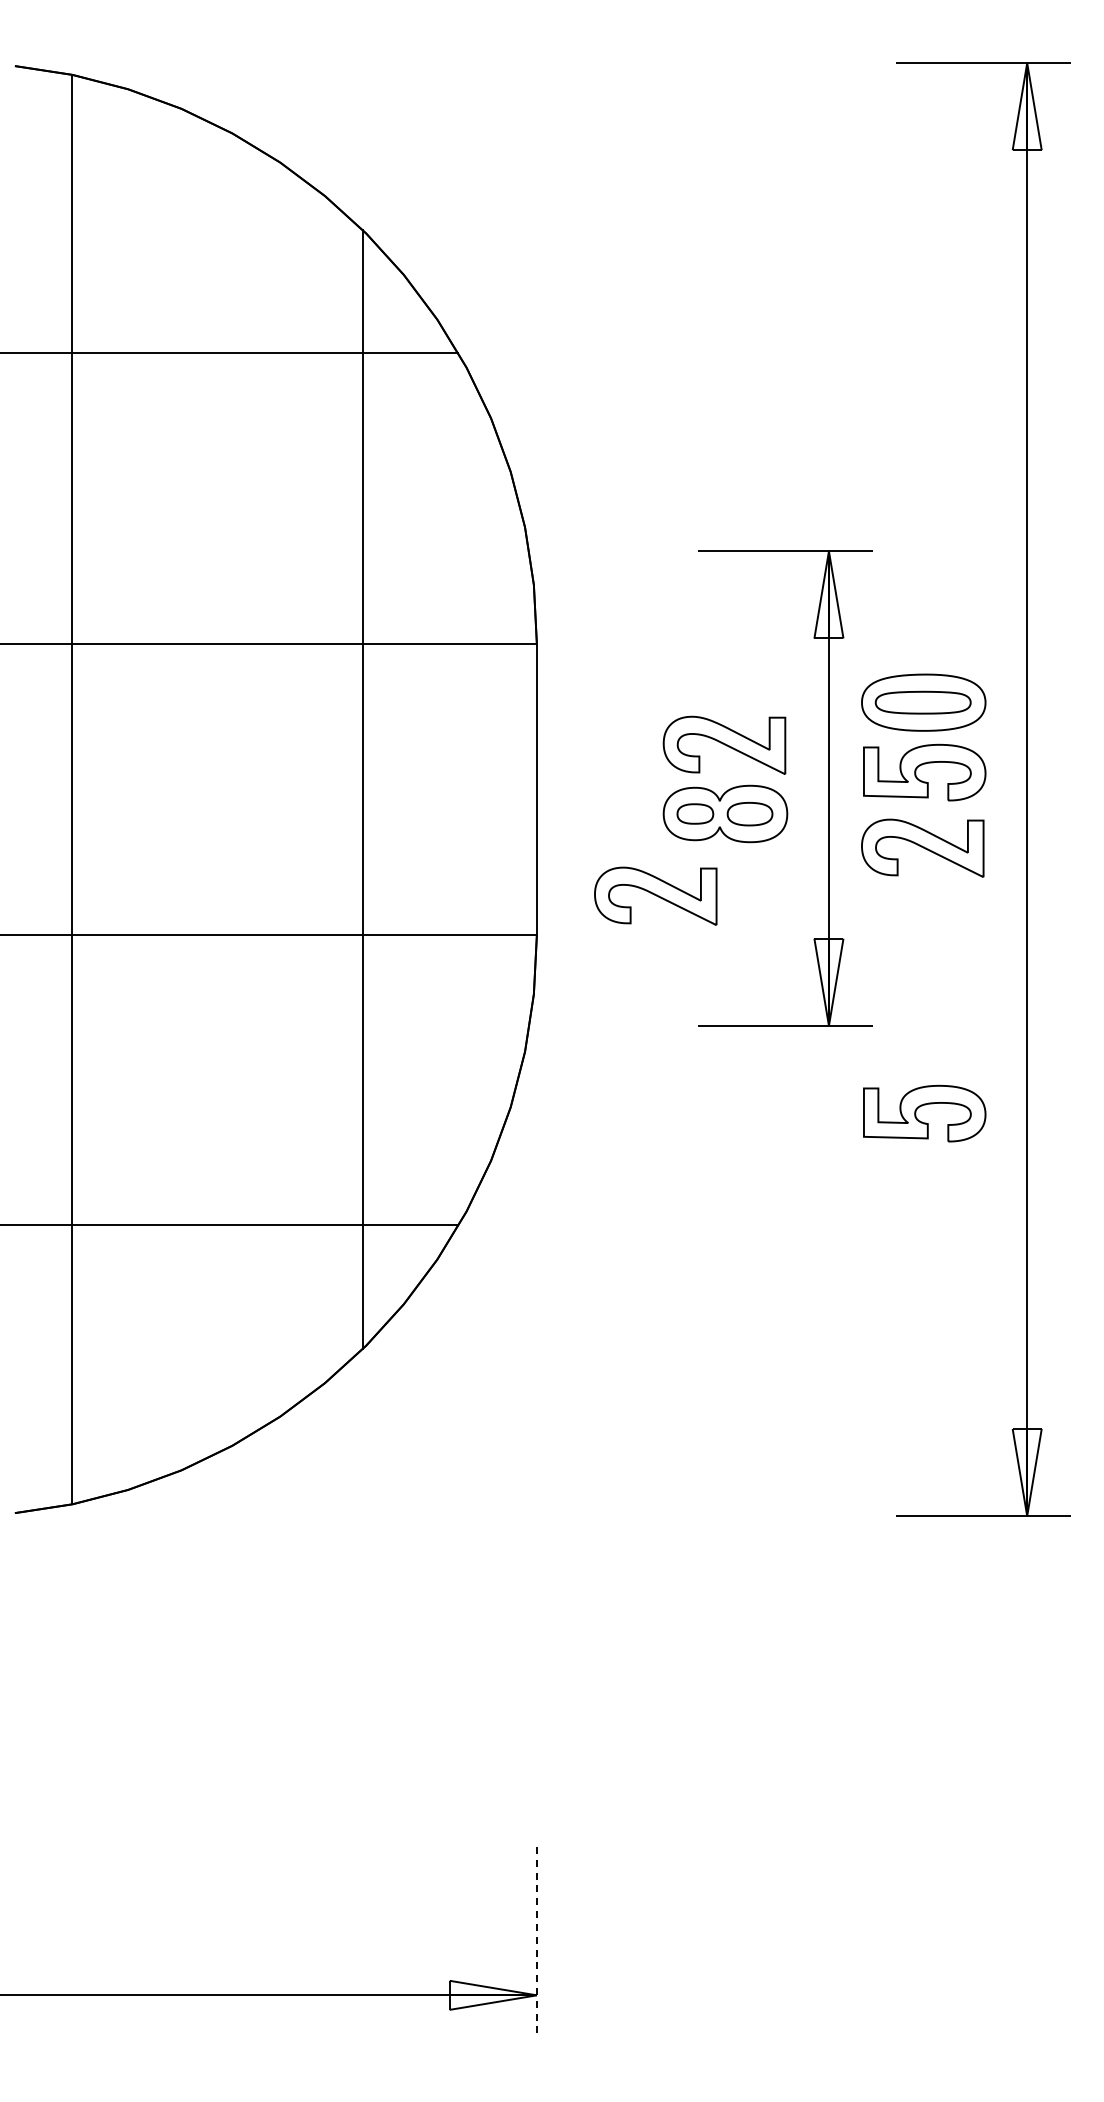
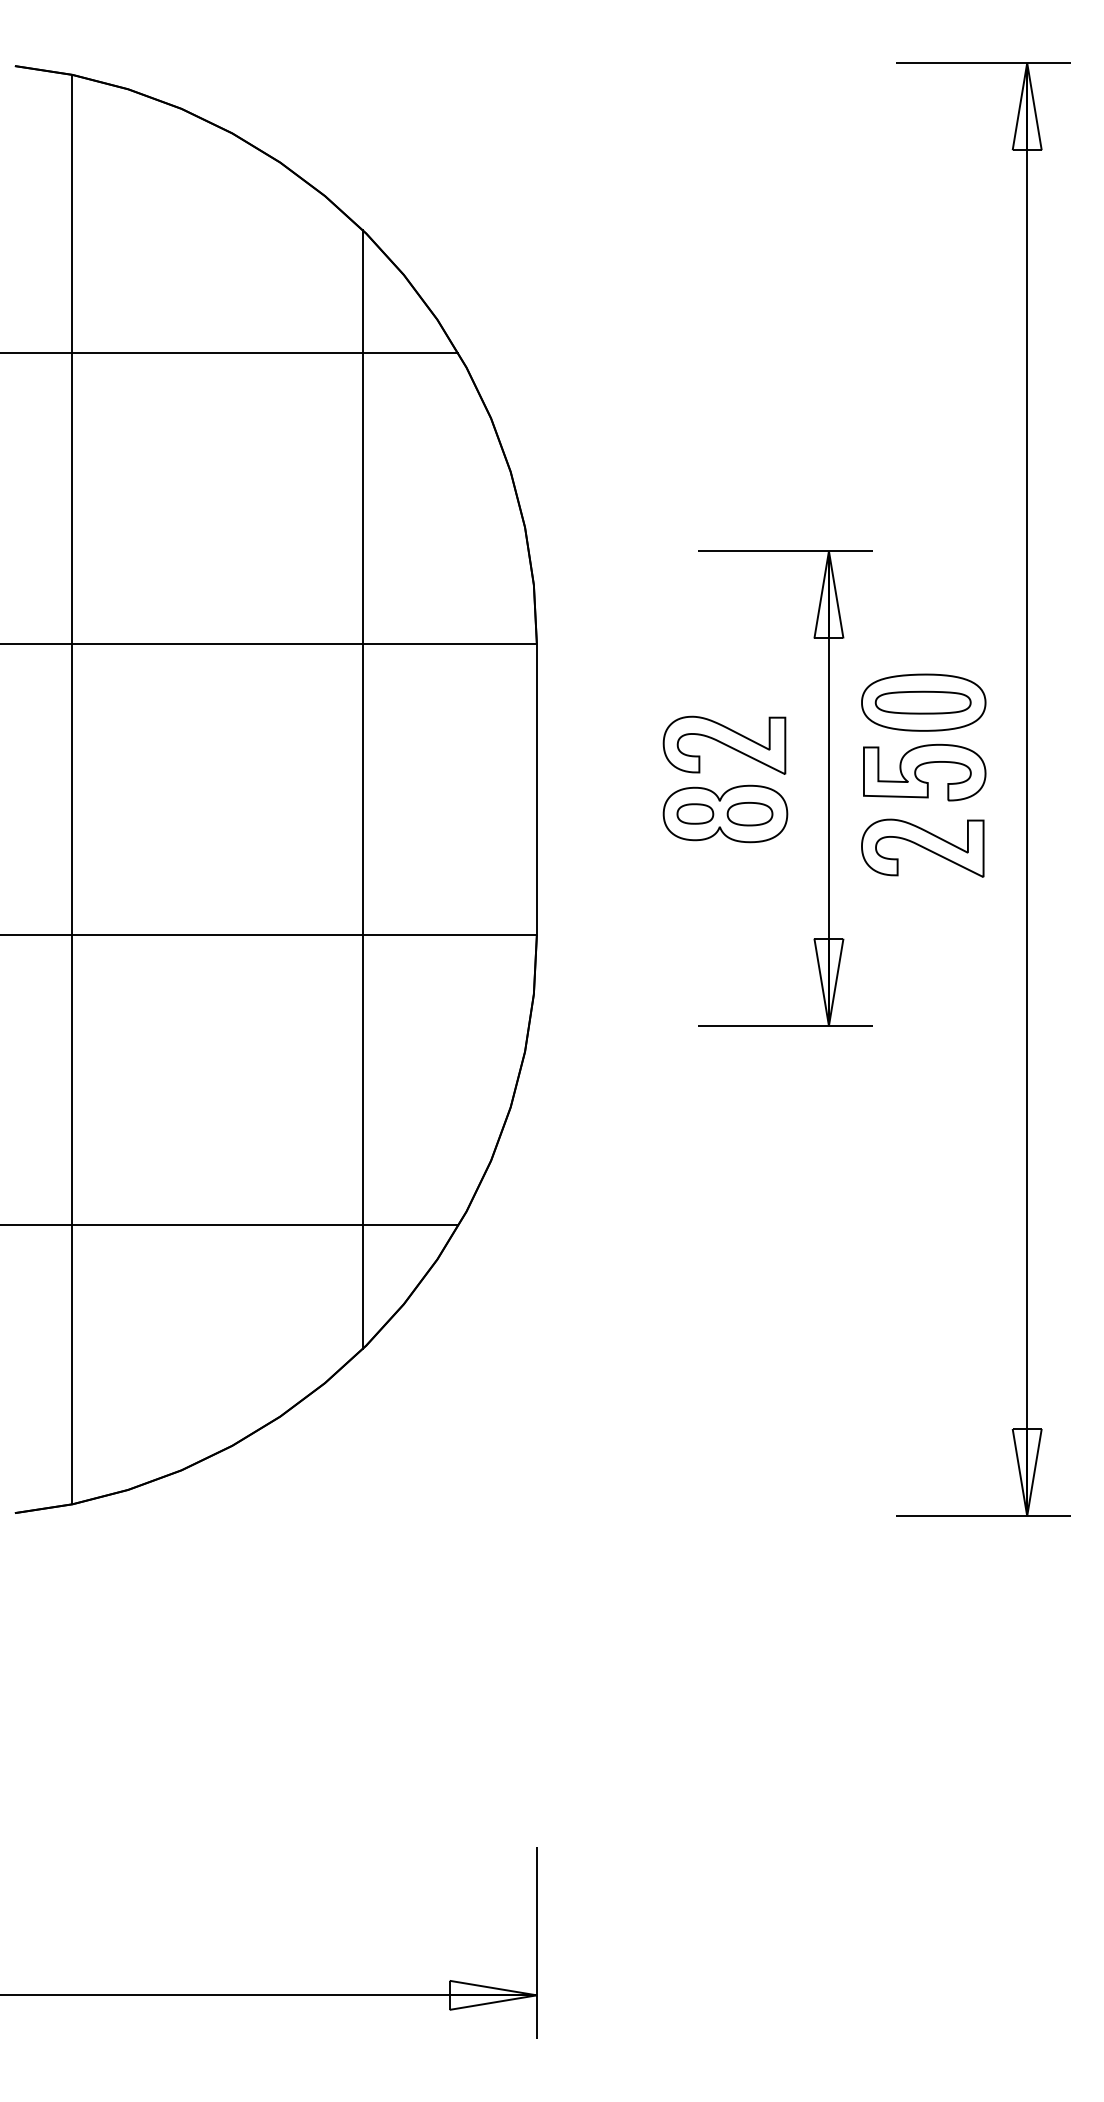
part at (655, 895): present -> none
part at (920, 1107): present -> none
line at (536, 1943): dashed -> solid
